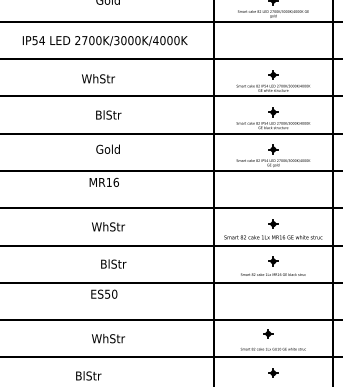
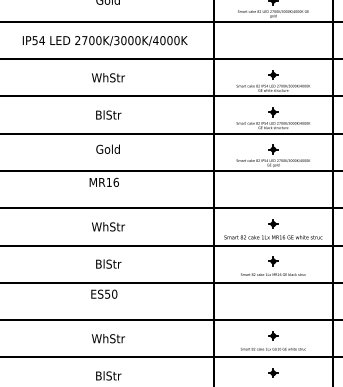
text at (98, 78) position: (98, 78) -> (108, 77)
text at (113, 263) position: (113, 263) -> (108, 263)
part at (268, 333) position: (268, 333) -> (273, 335)
text at (88, 375) position: (88, 375) -> (108, 375)
